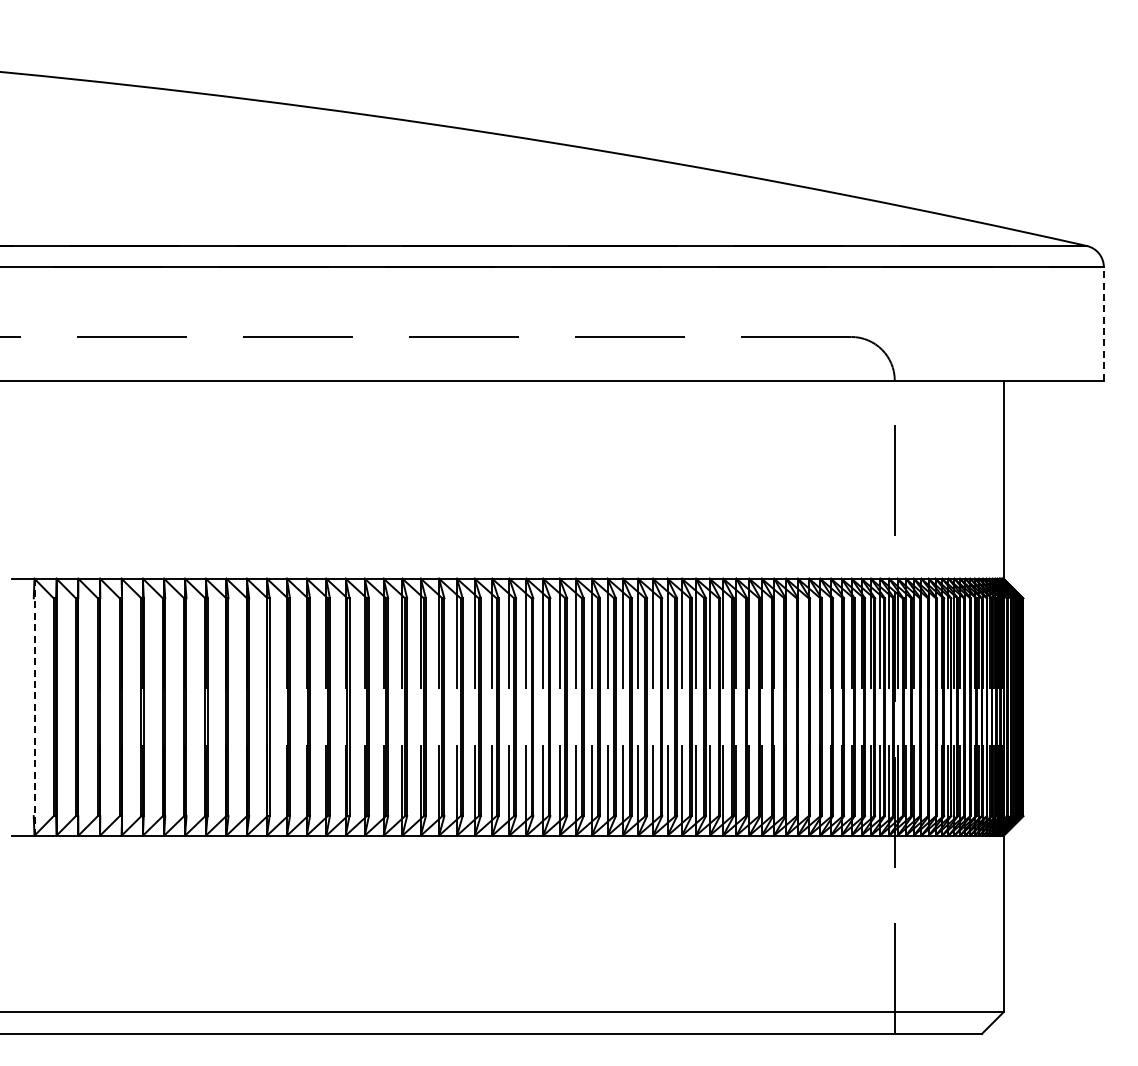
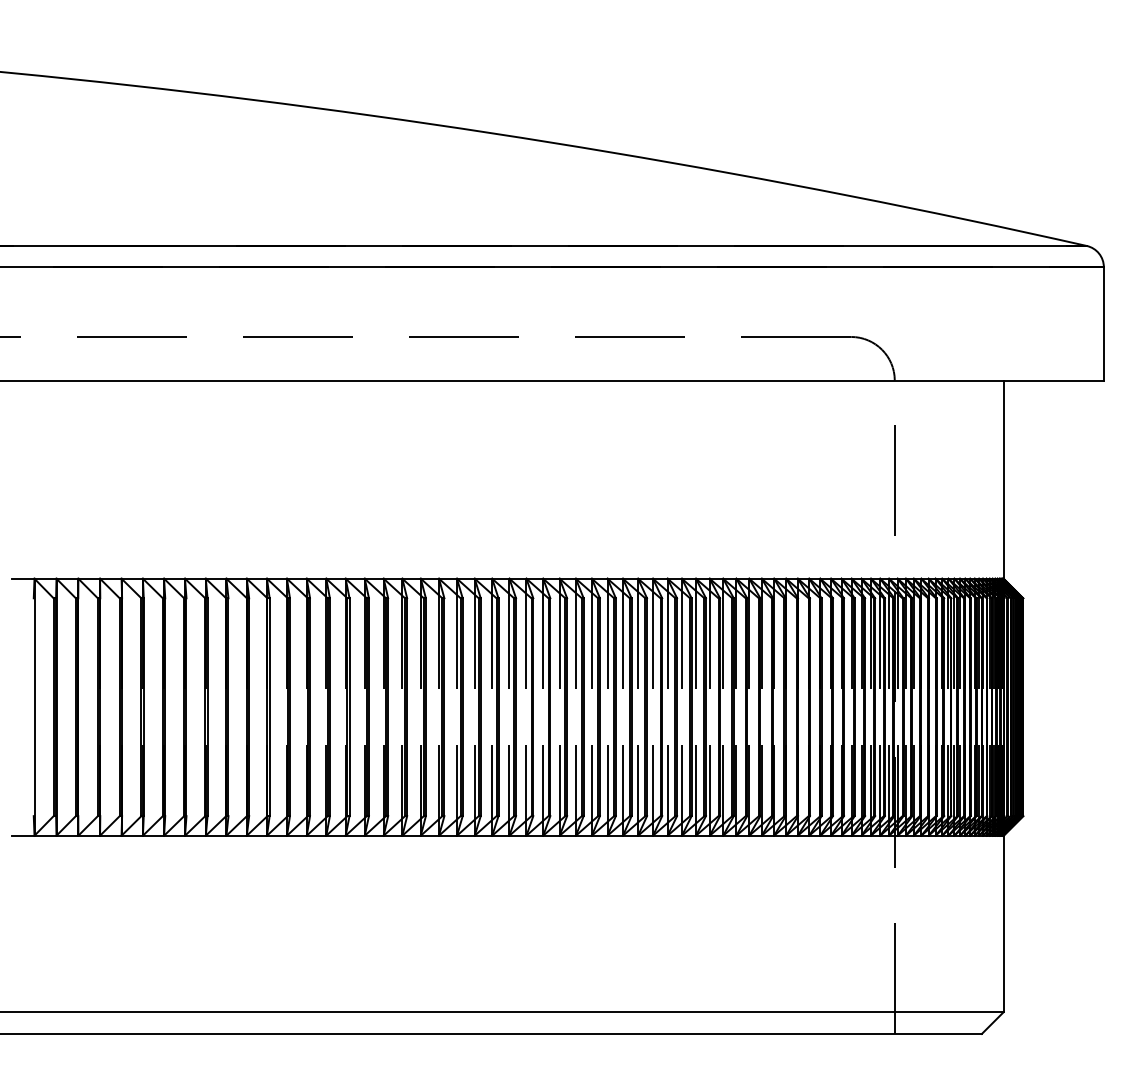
line at (1103, 323): dashed -> solid
line at (34, 707): dashed -> solid
